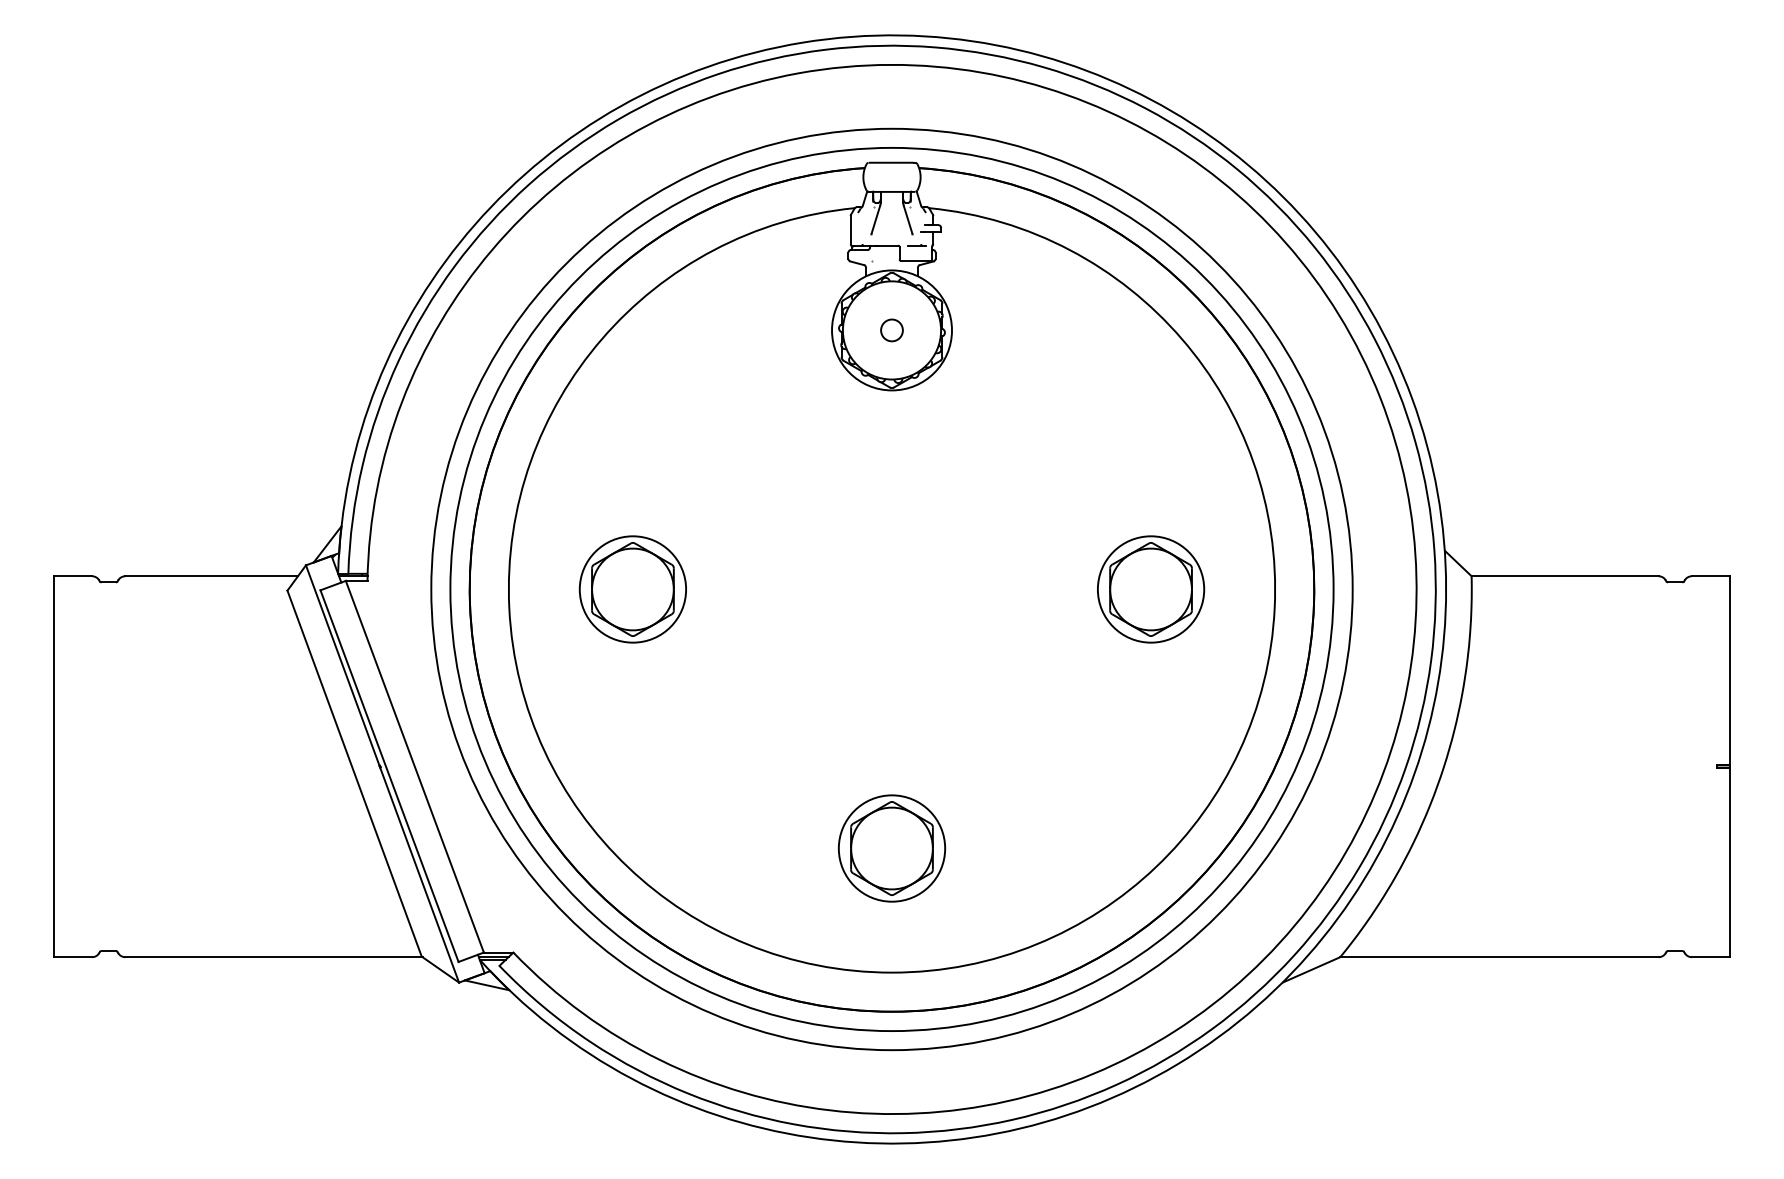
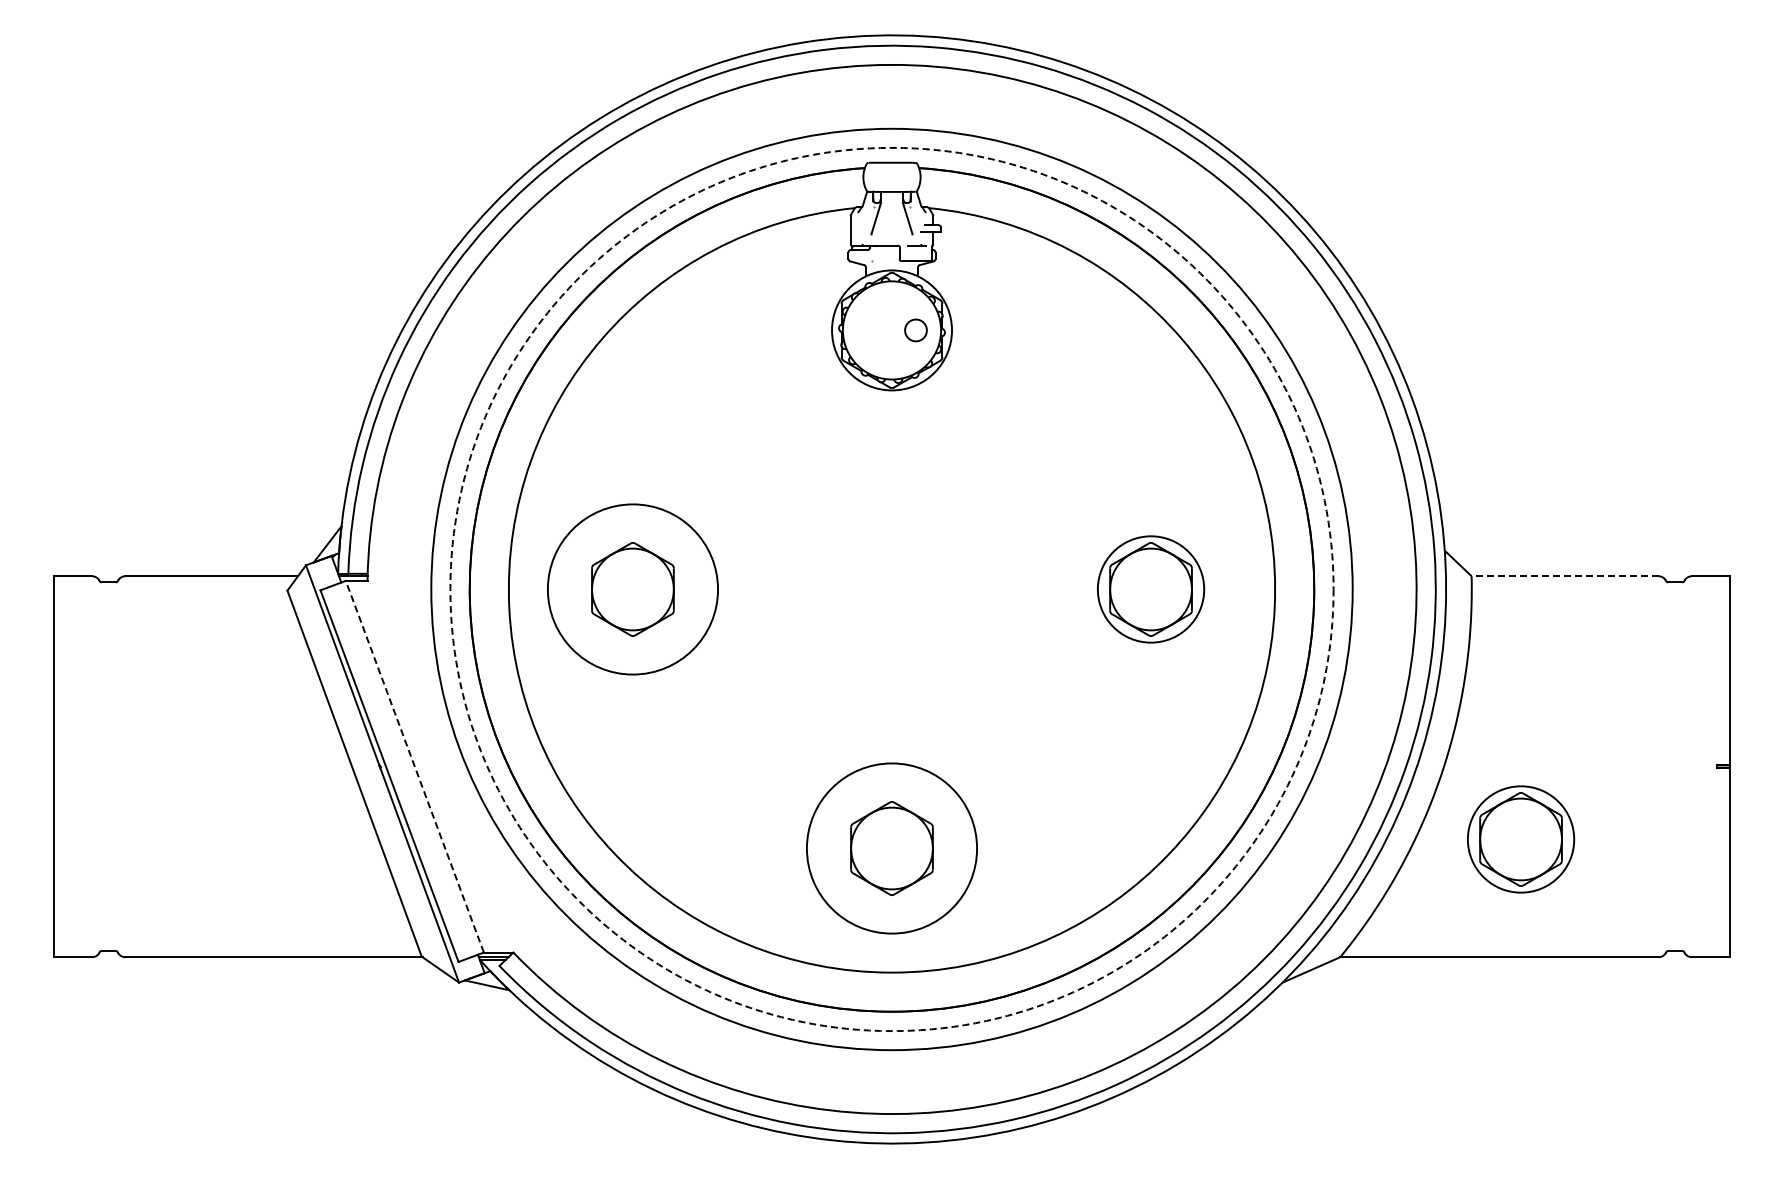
circle at (891, 330) position: (891, 330) -> (915, 330)
line at (1565, 576): solid -> dashed
circle at (632, 589) diameter: 106 px -> 170 px
circle at (891, 589): solid -> dashed
line at (414, 766): solid -> dashed
part at (1521, 839): none -> present
circle at (891, 848) diameter: 106 px -> 170 px
